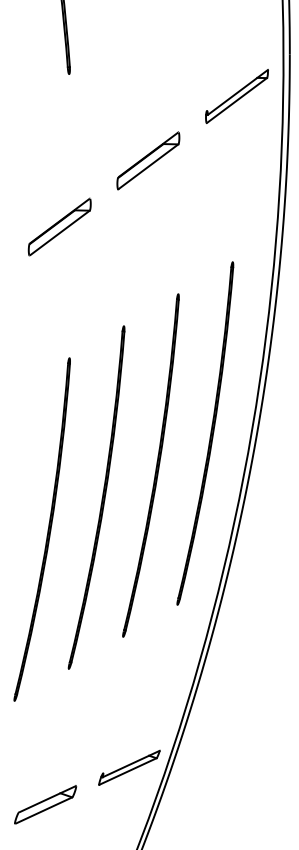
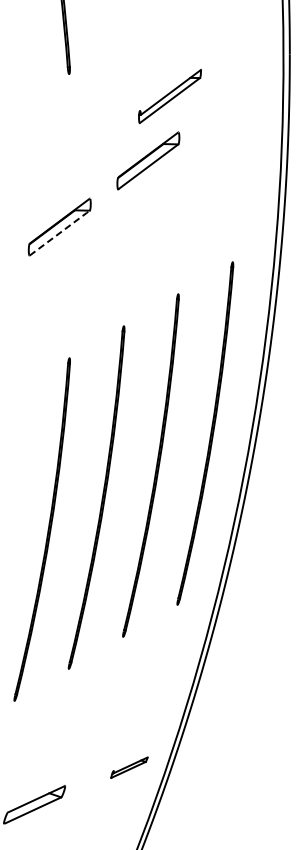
part at (236, 96) position: (236, 96) -> (169, 96)
line at (60, 232): solid -> dashed
part at (129, 767) size: 63x37 px -> 39x23 px
part at (45, 804) position: (45, 804) -> (34, 804)
